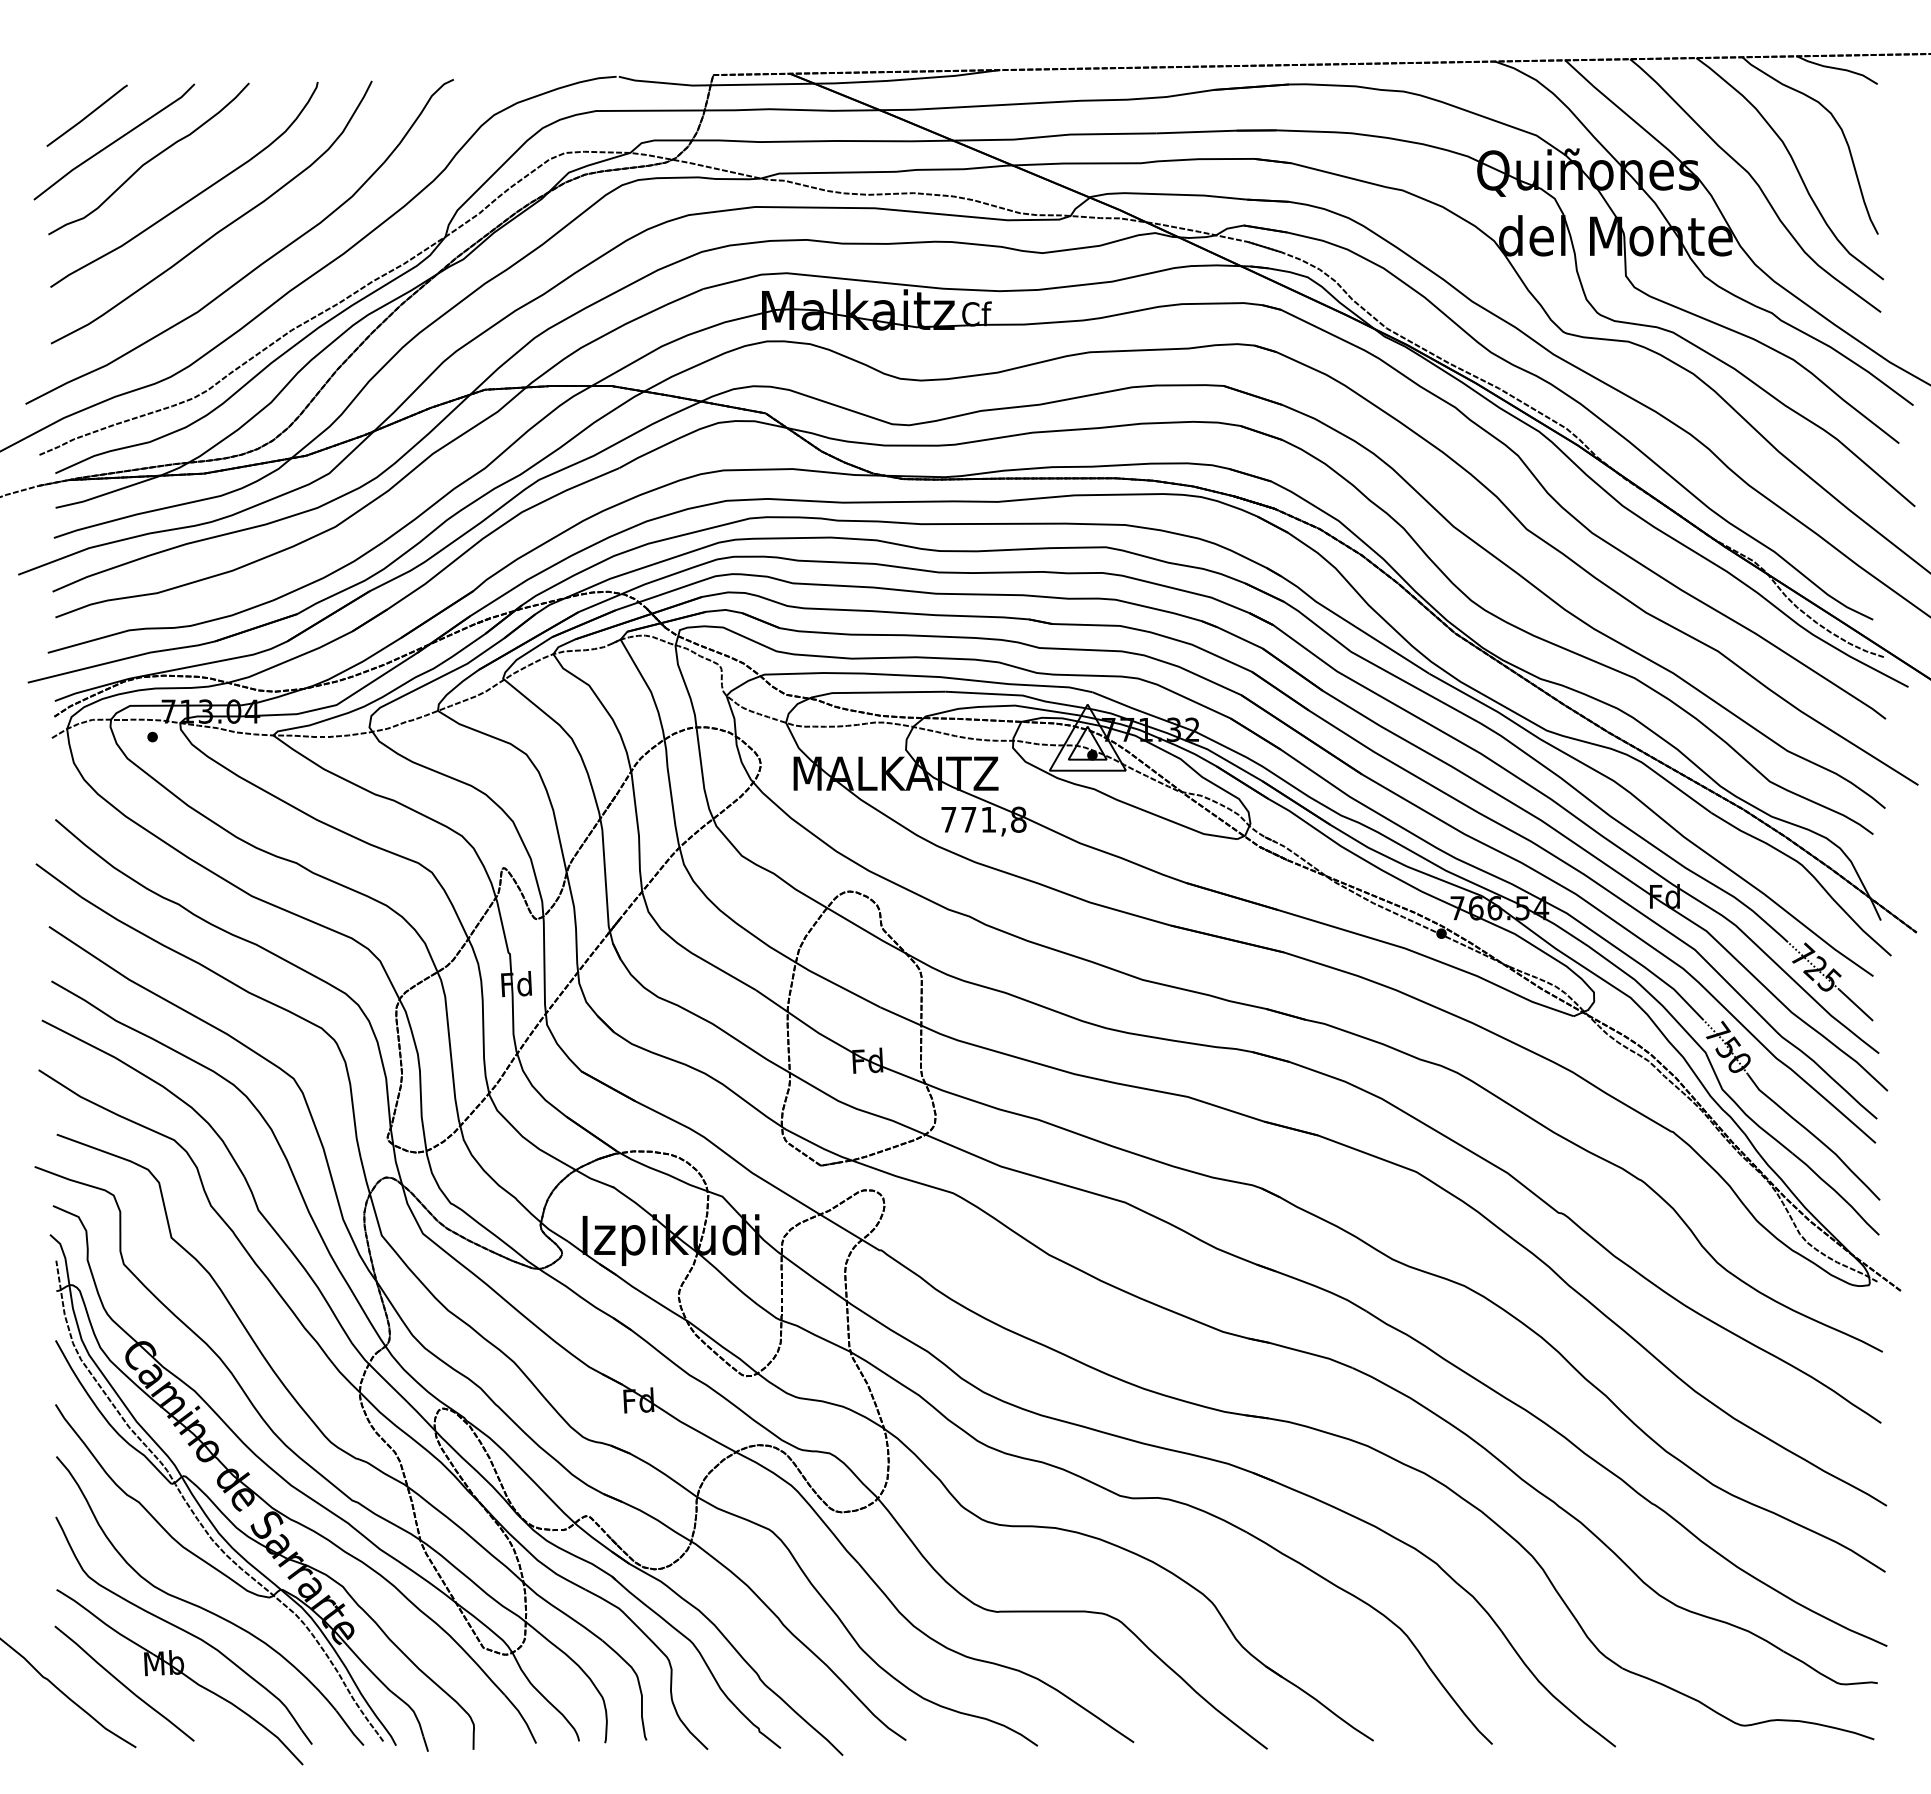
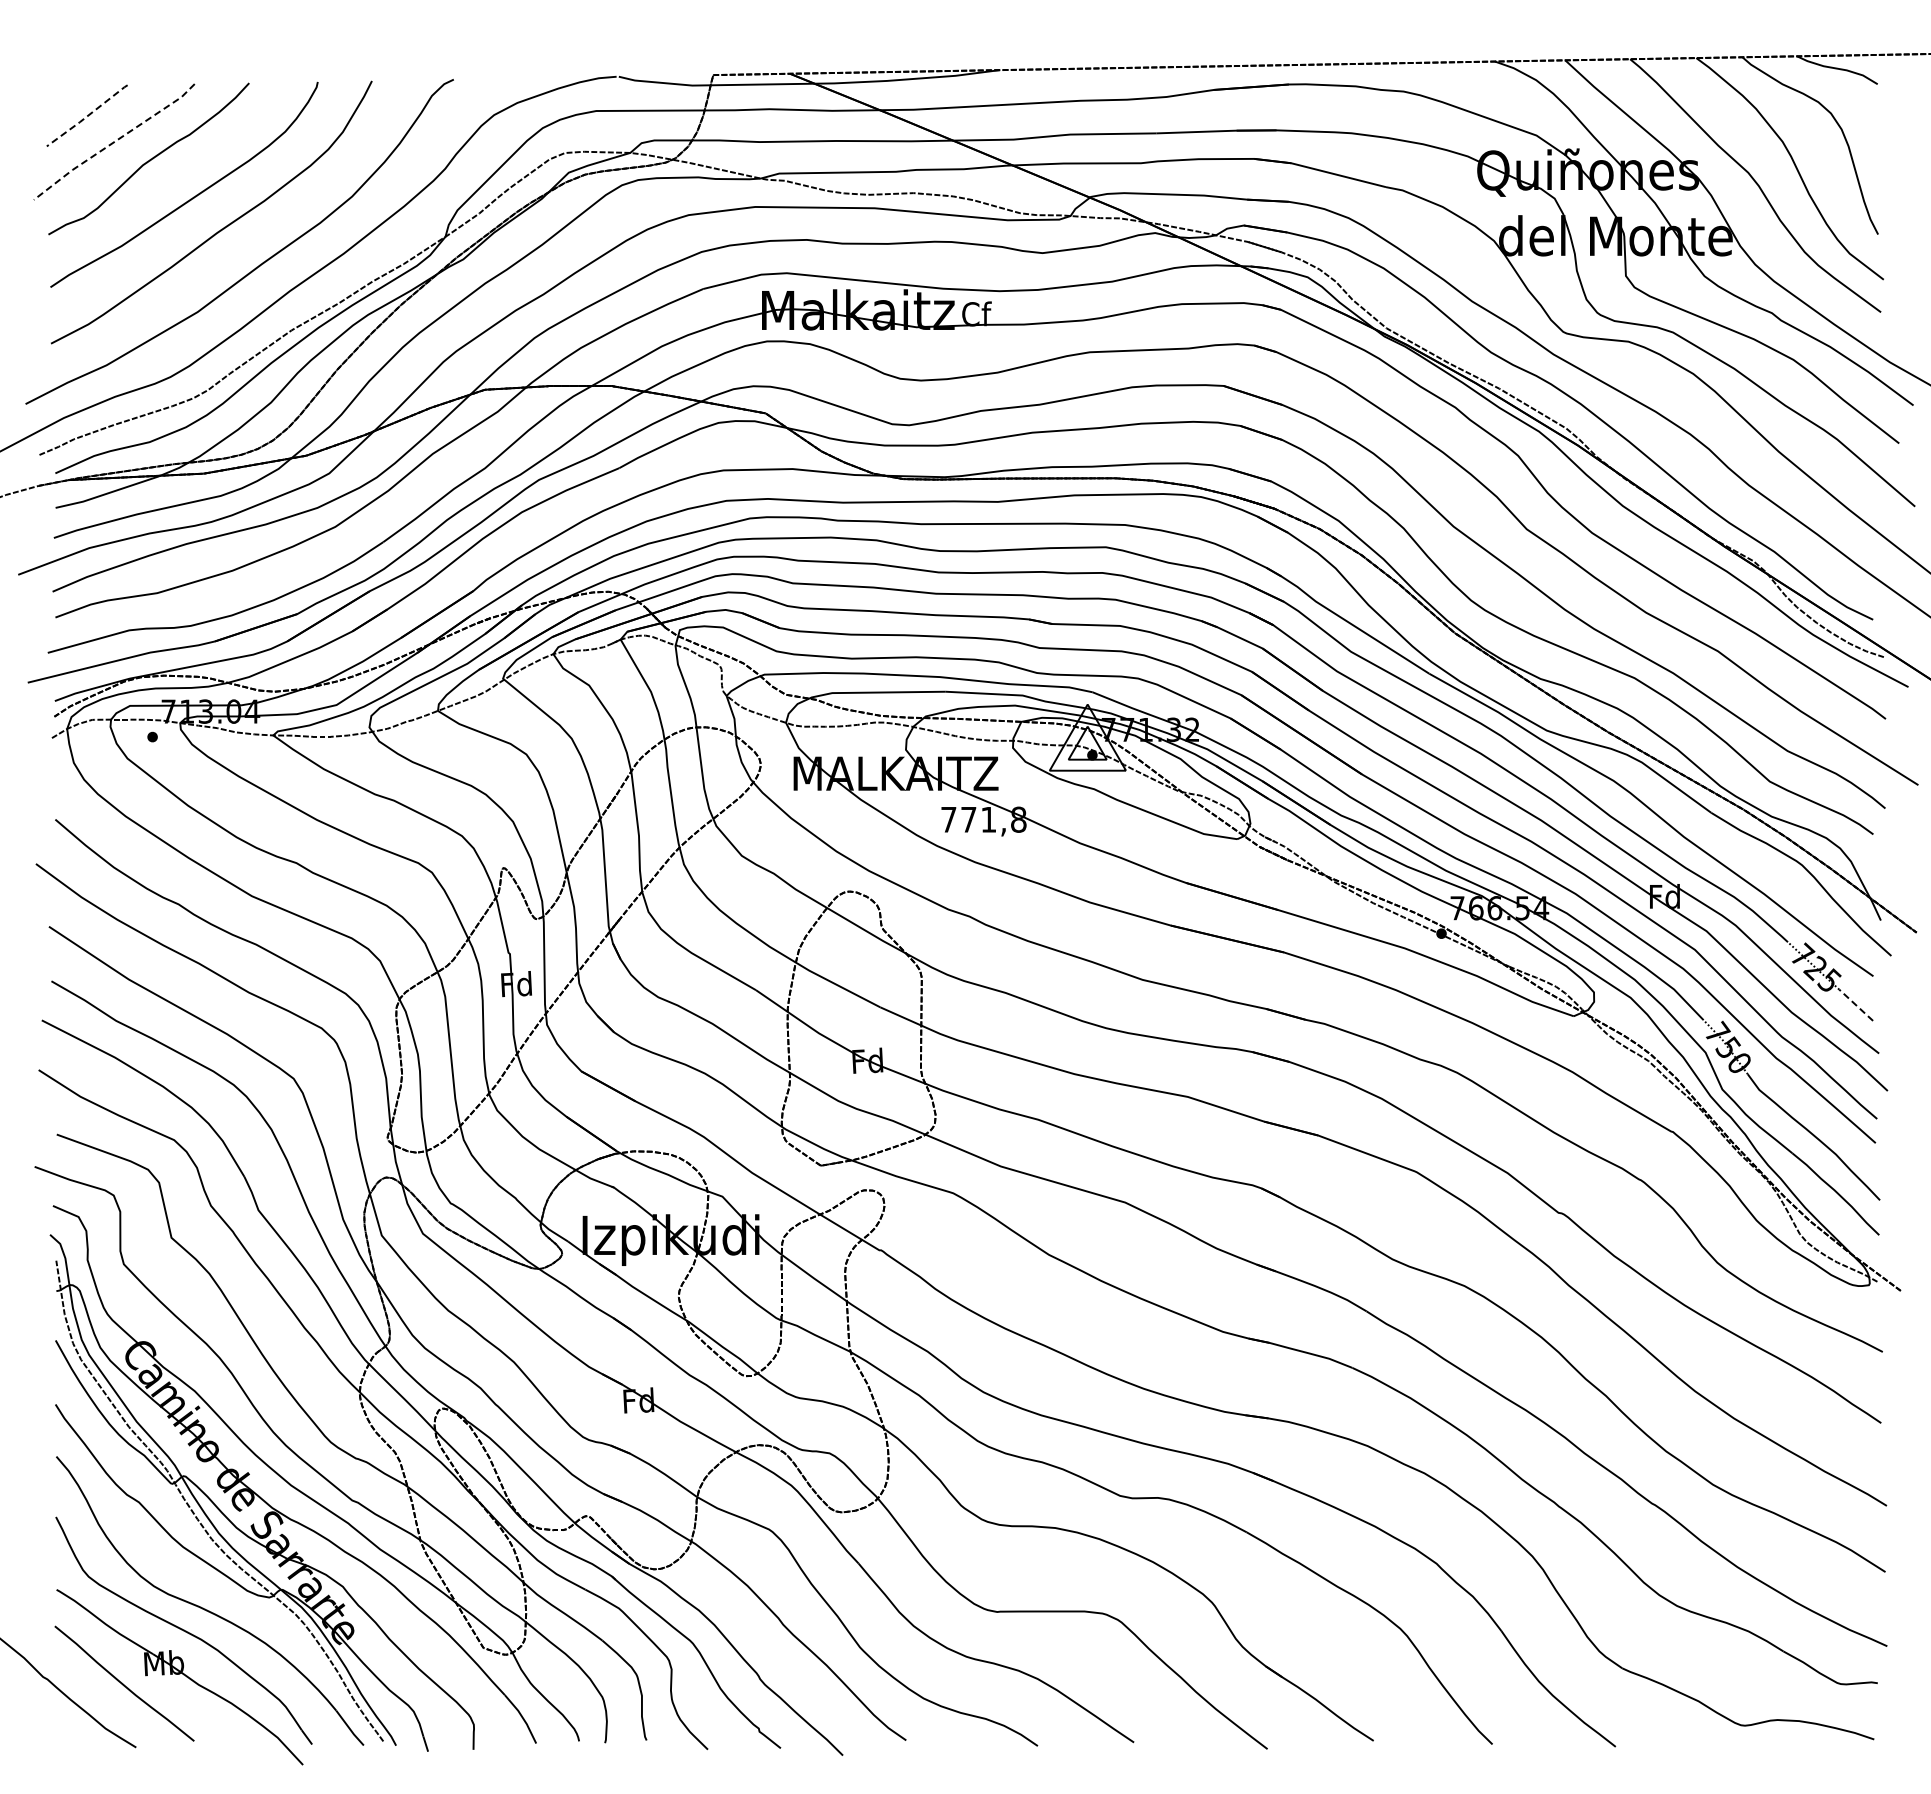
line at (87, 116): solid -> dashed
line at (114, 141): solid -> dashed
line at (1855, 1004): solid -> dashed
